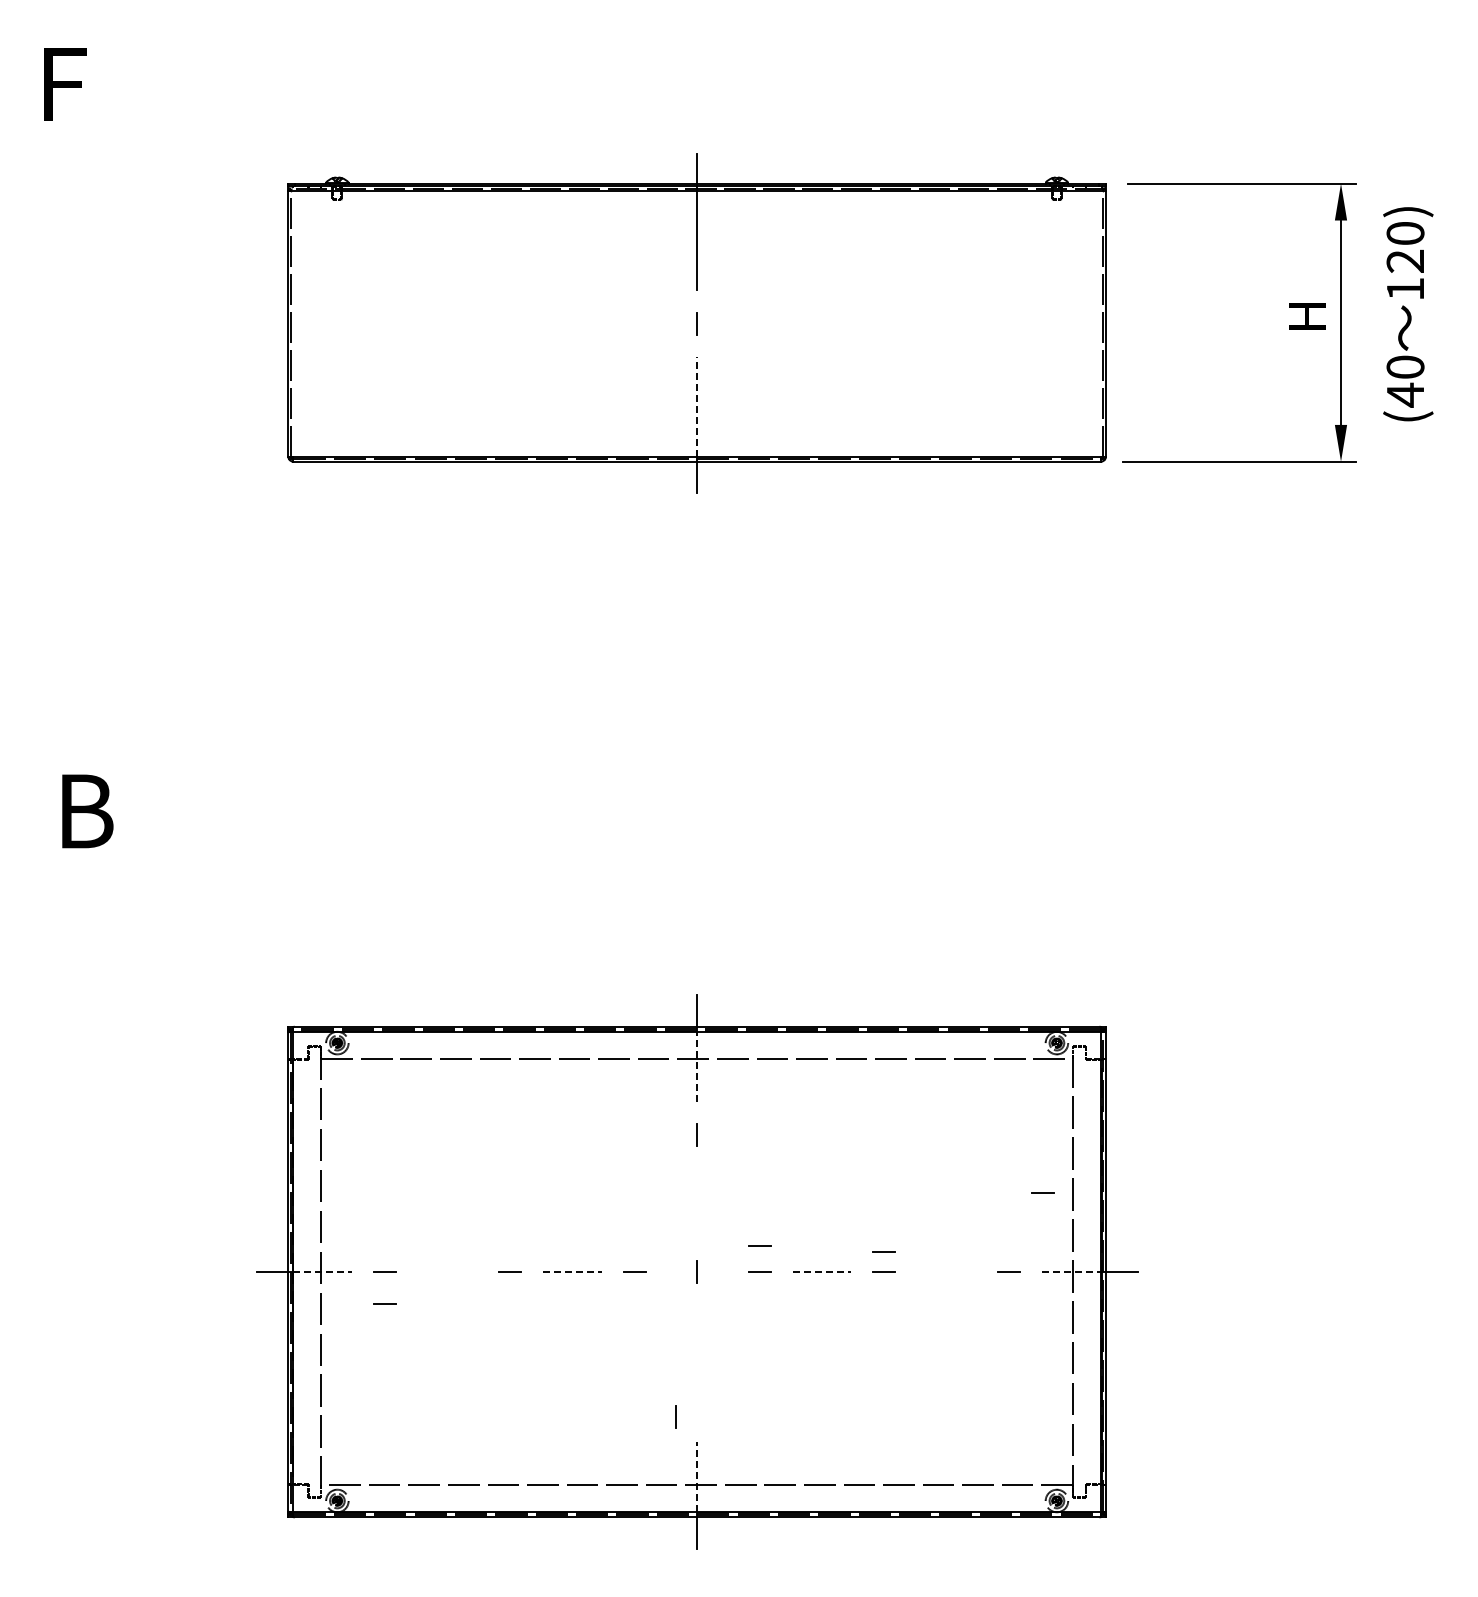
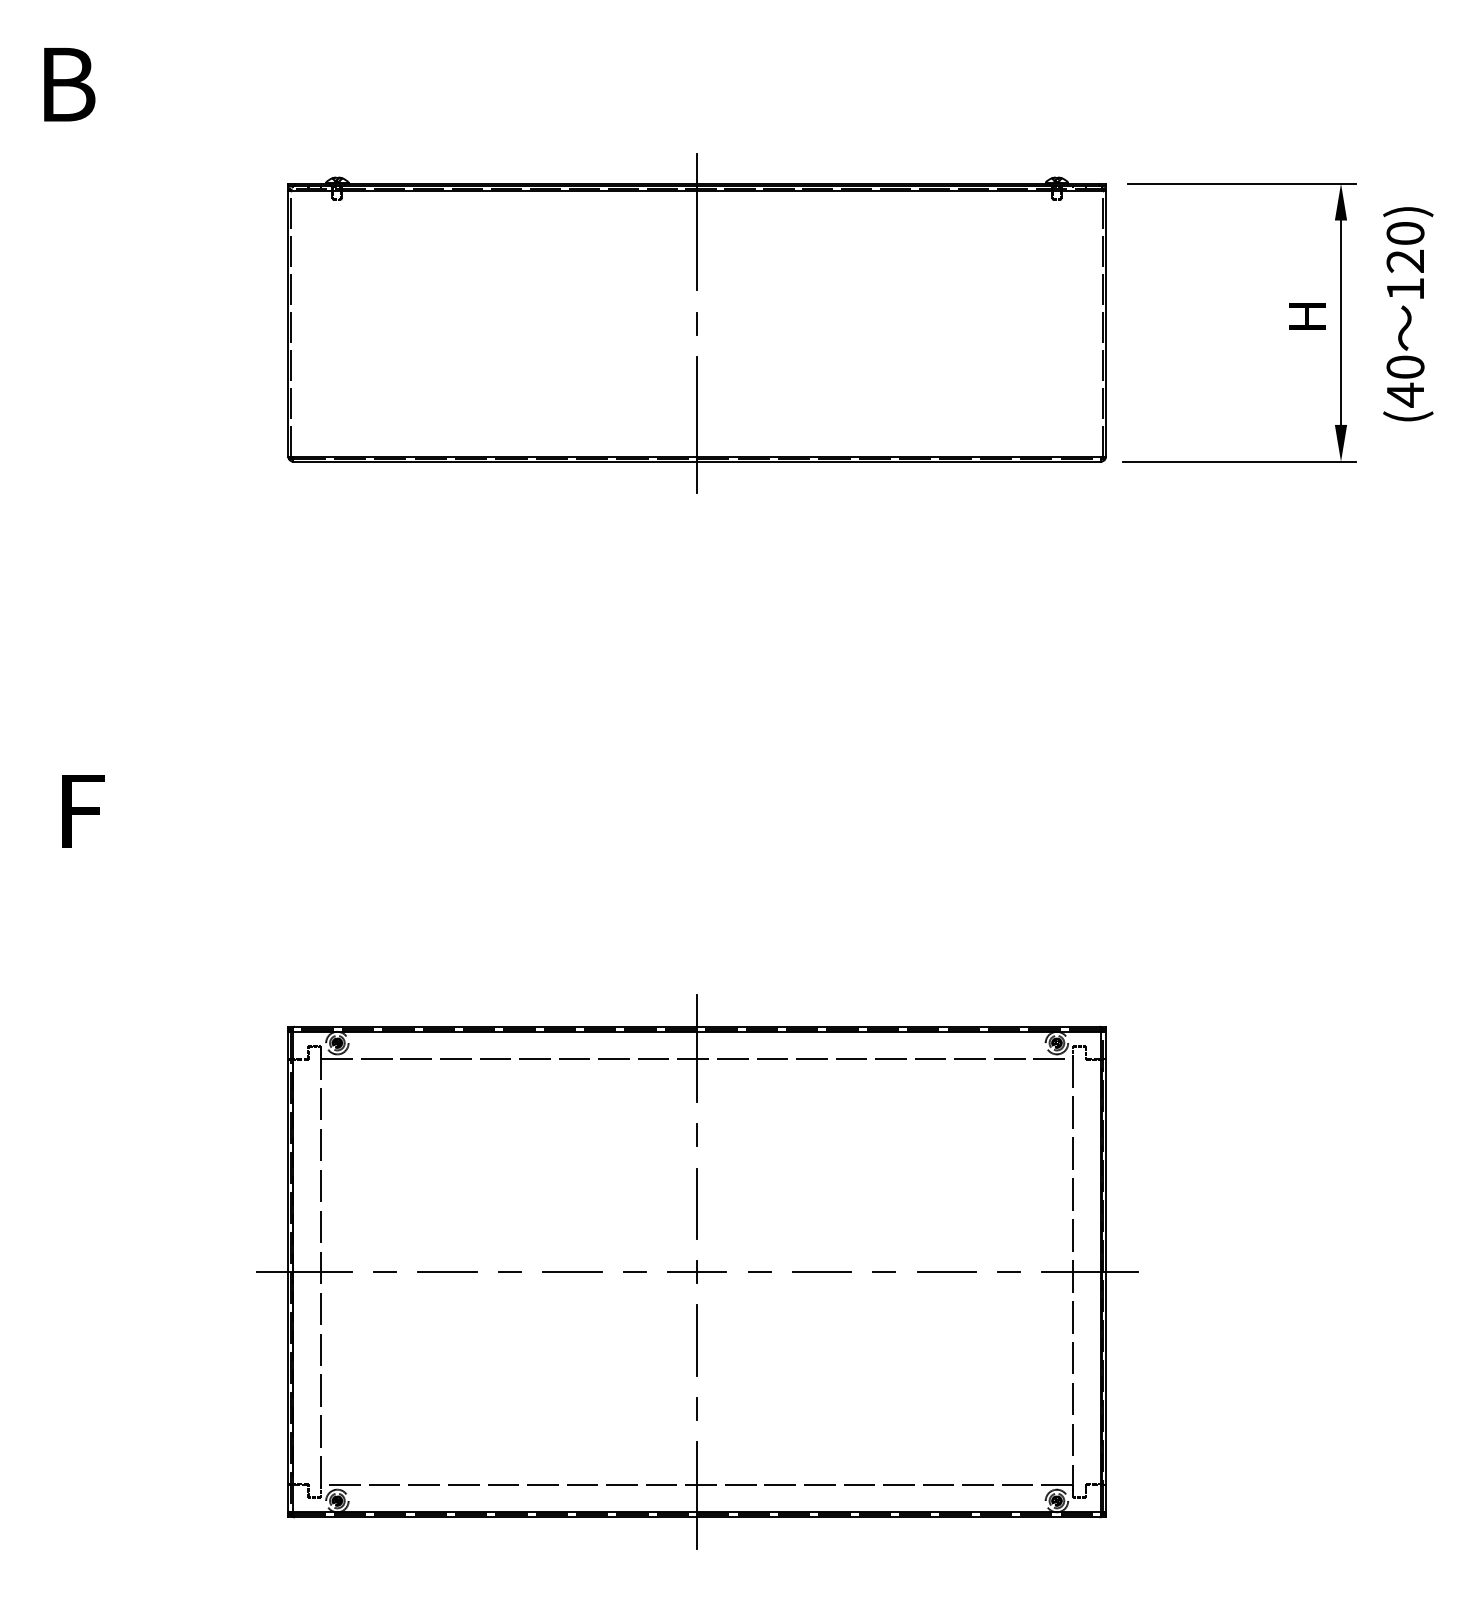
text at (69, 84): F -> B
line at (697, 406): dashed -> solid
text at (87, 811): B -> F
line at (697, 1066): dashed -> solid
line at (1042, 1192): present -> none
line at (697, 1203): none -> present
line at (759, 1245): present -> none
line at (883, 1251): present -> none
line at (323, 1272): dashed -> solid
line at (447, 1272): none -> present
line at (572, 1272): dashed -> solid
line at (696, 1272): none -> present
line at (822, 1272): dashed -> solid
line at (946, 1272): none -> present
line at (1072, 1272): dashed -> solid
line at (384, 1303): present -> none
line at (697, 1340): none -> present
line at (675, 1416) position: (675, 1416) -> (696, 1408)
line at (697, 1476): dashed -> solid
